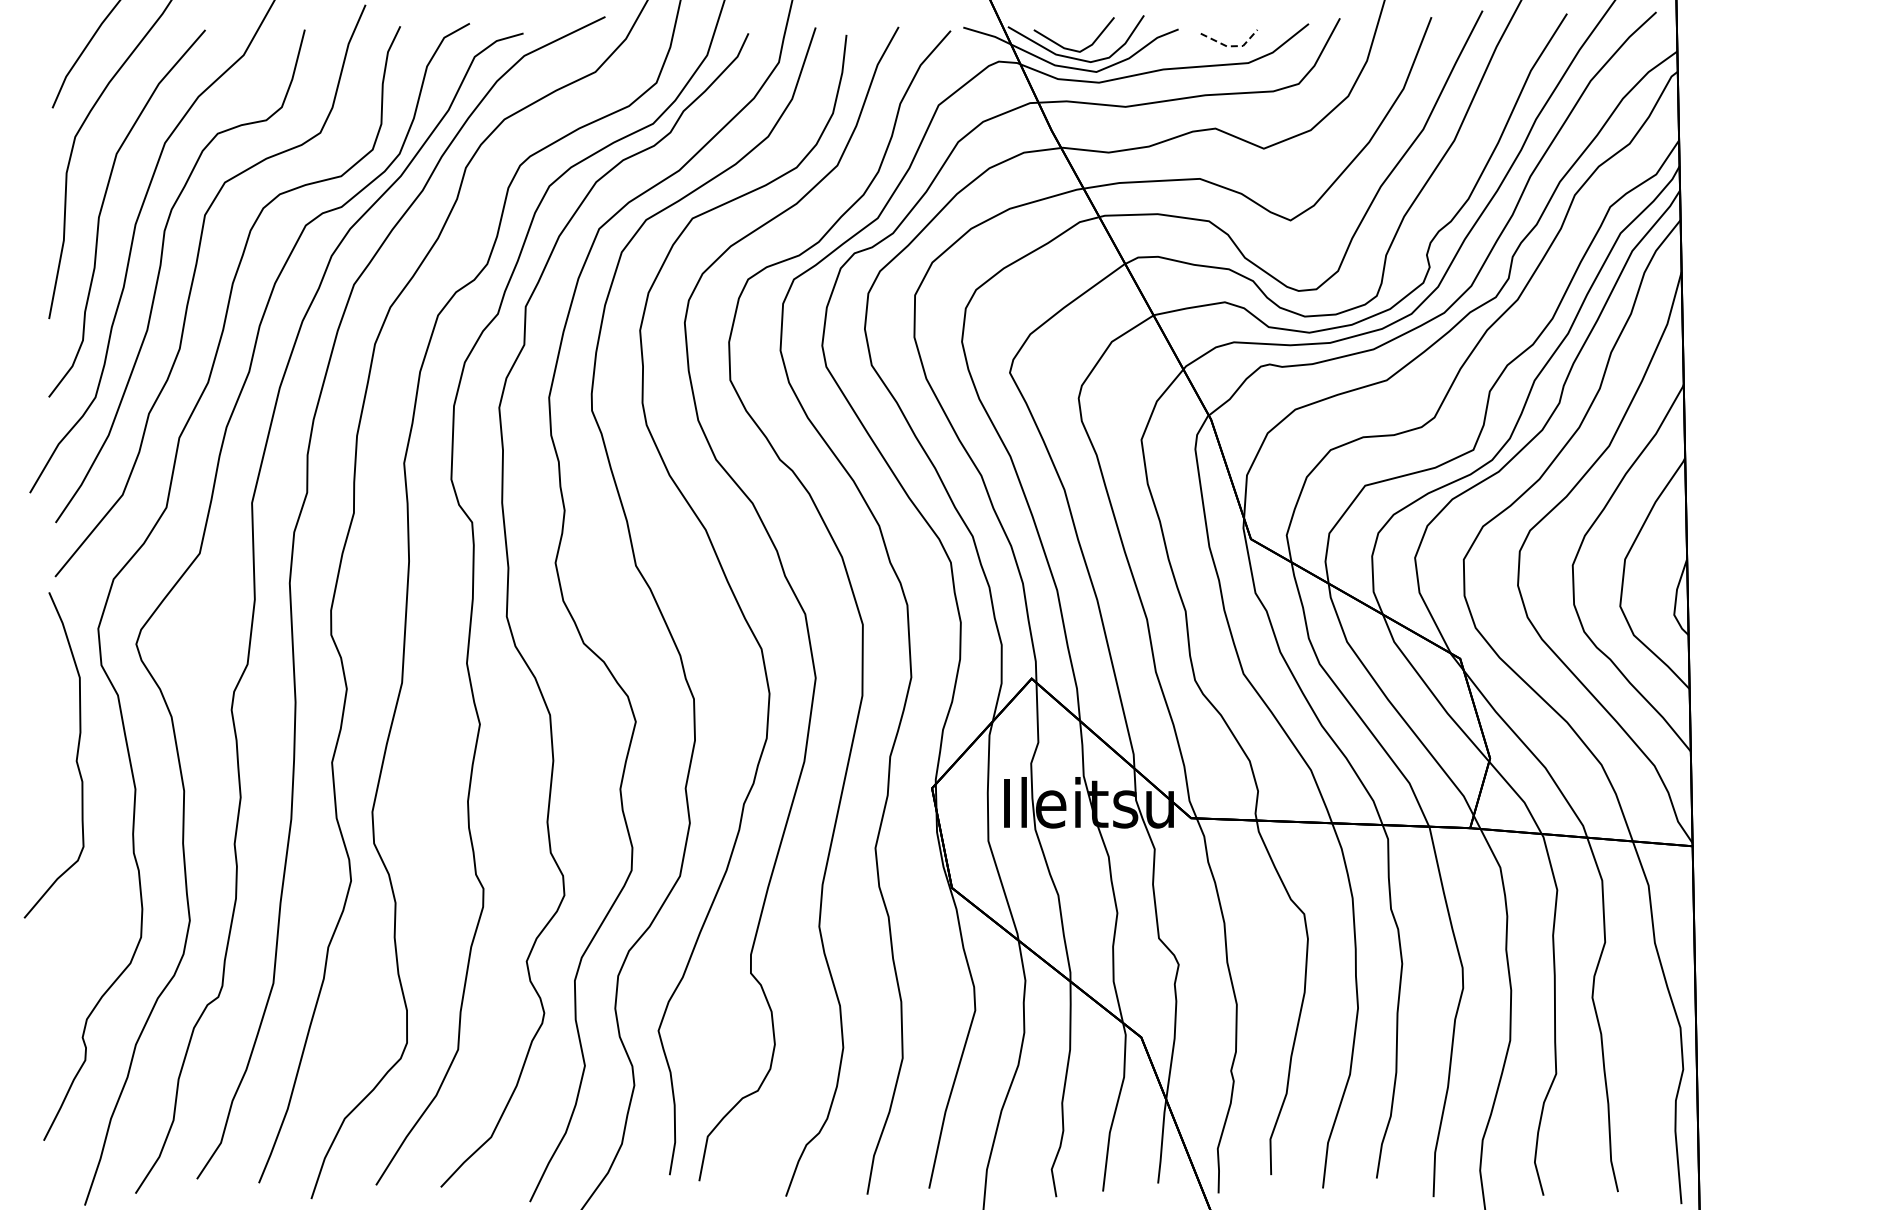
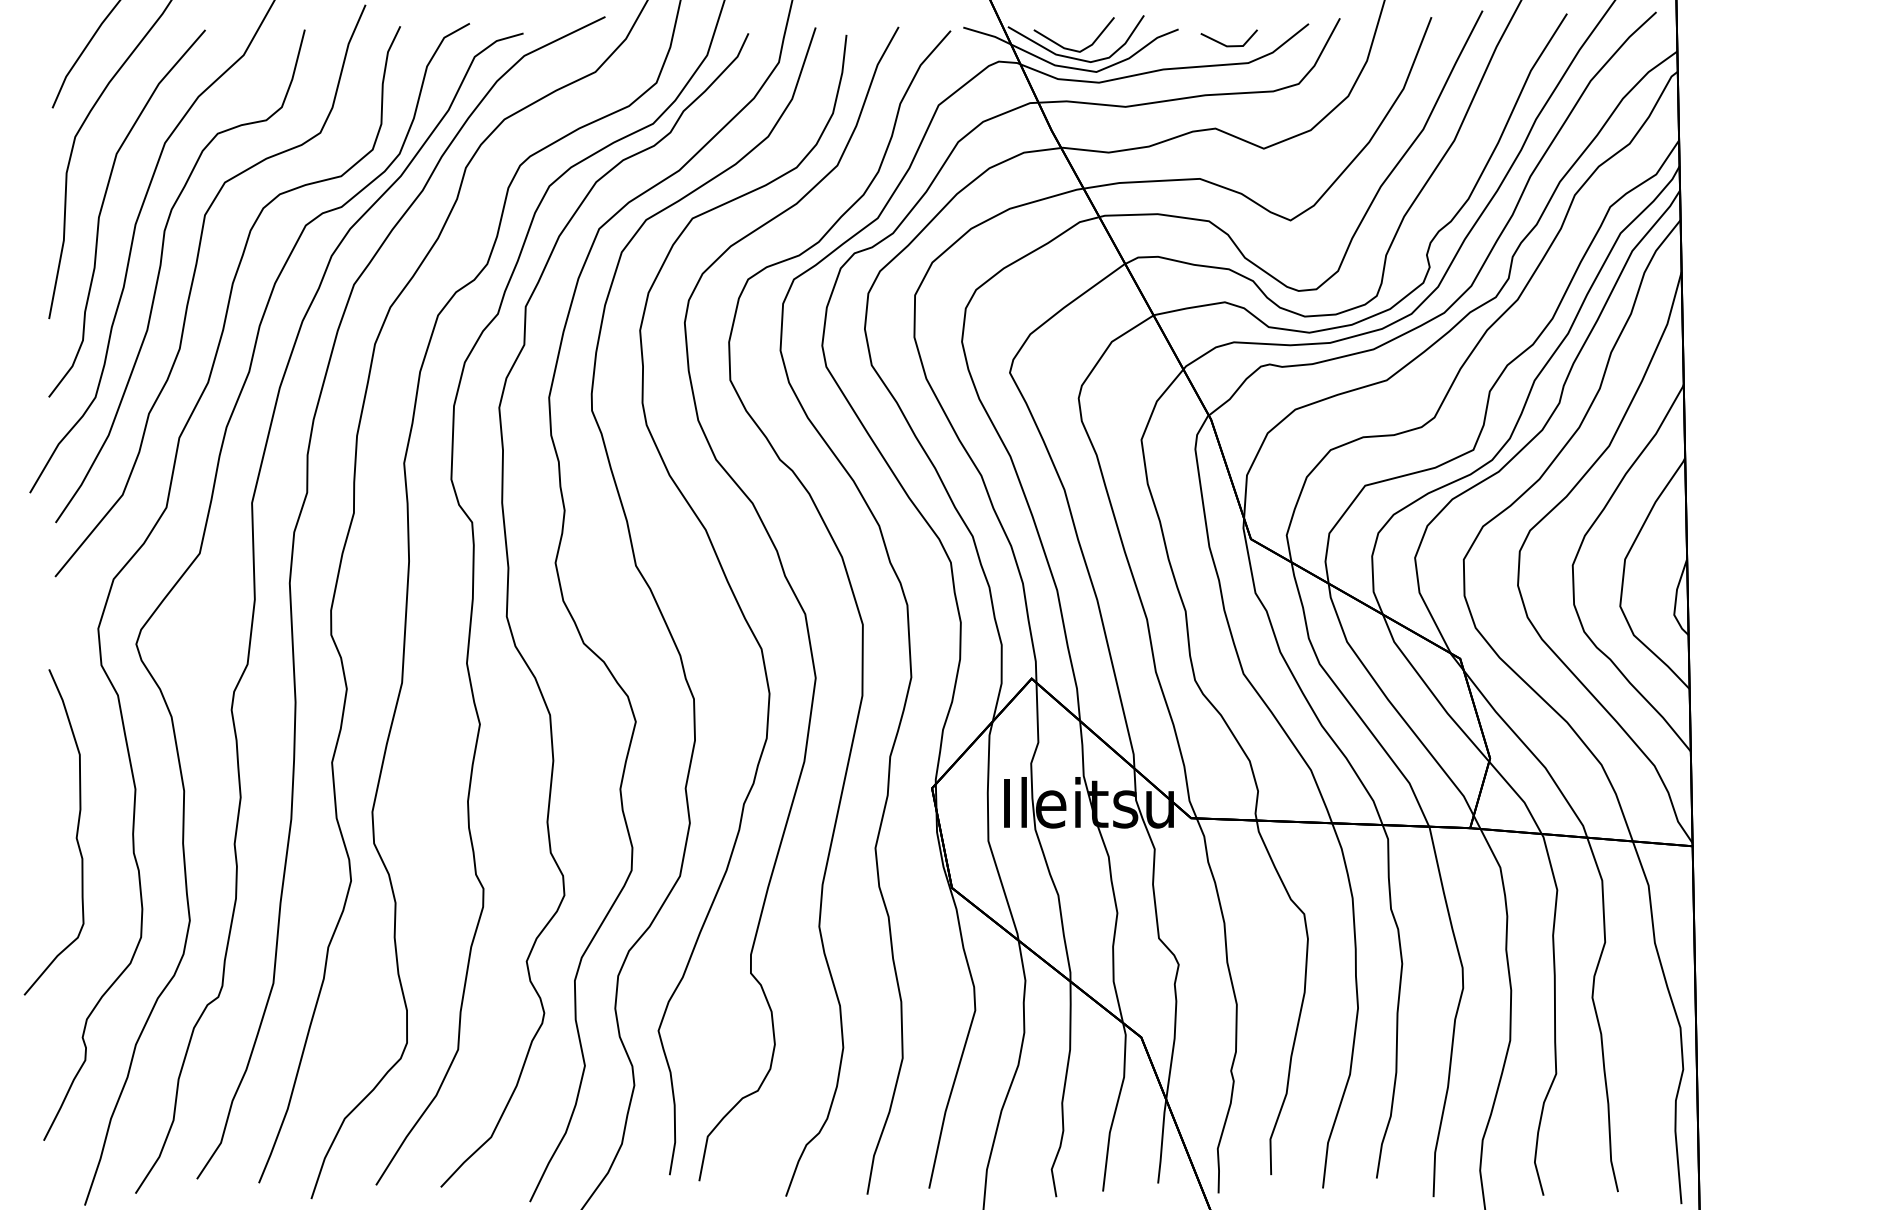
line at (1231, 46): dashed -> solid
curve at (75, 760) position: (75, 760) -> (75, 837)
